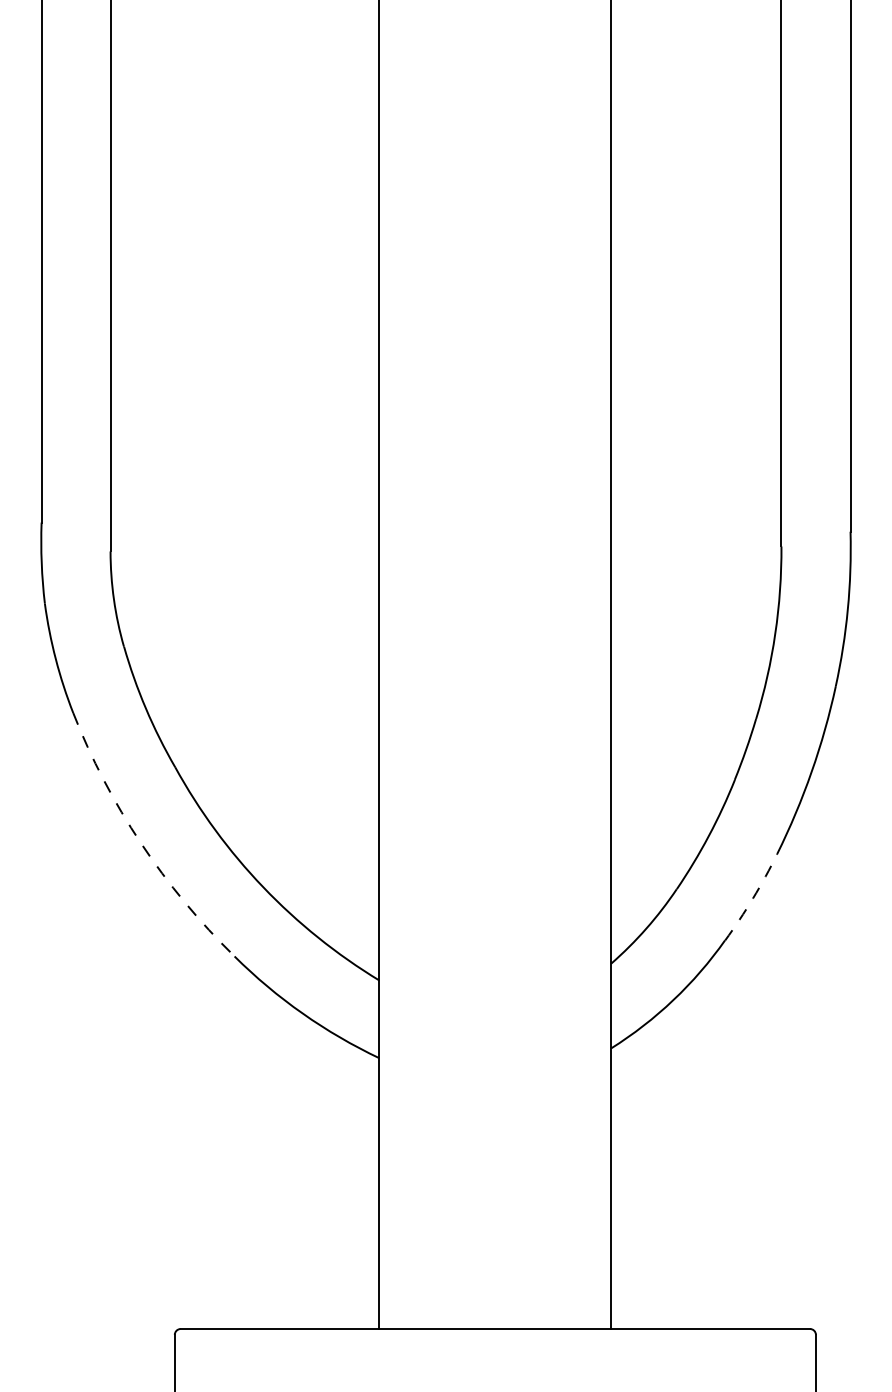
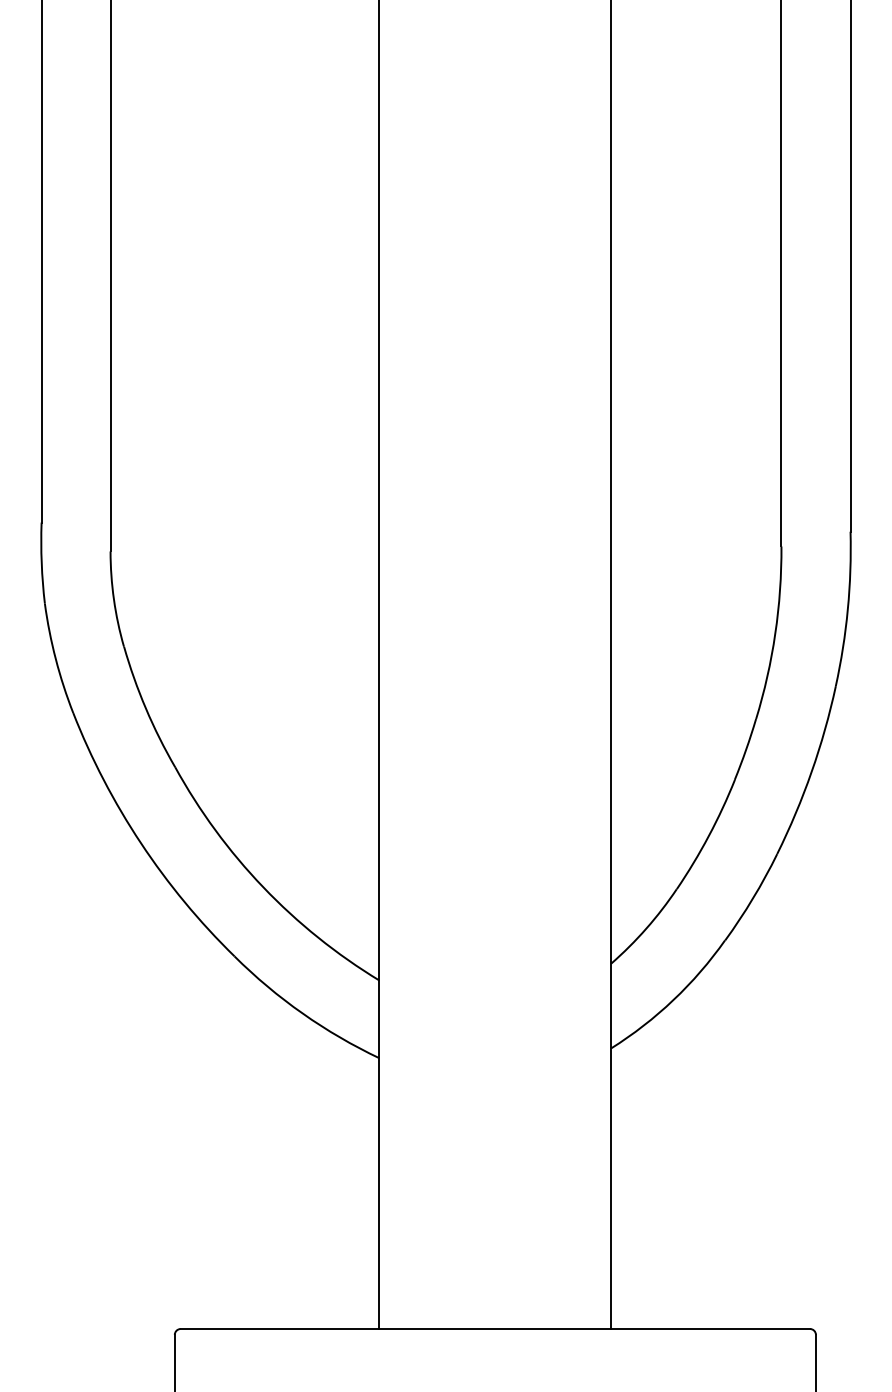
arc at (141, 843): dashed -> solid
arc at (753, 898): dashed -> solid
